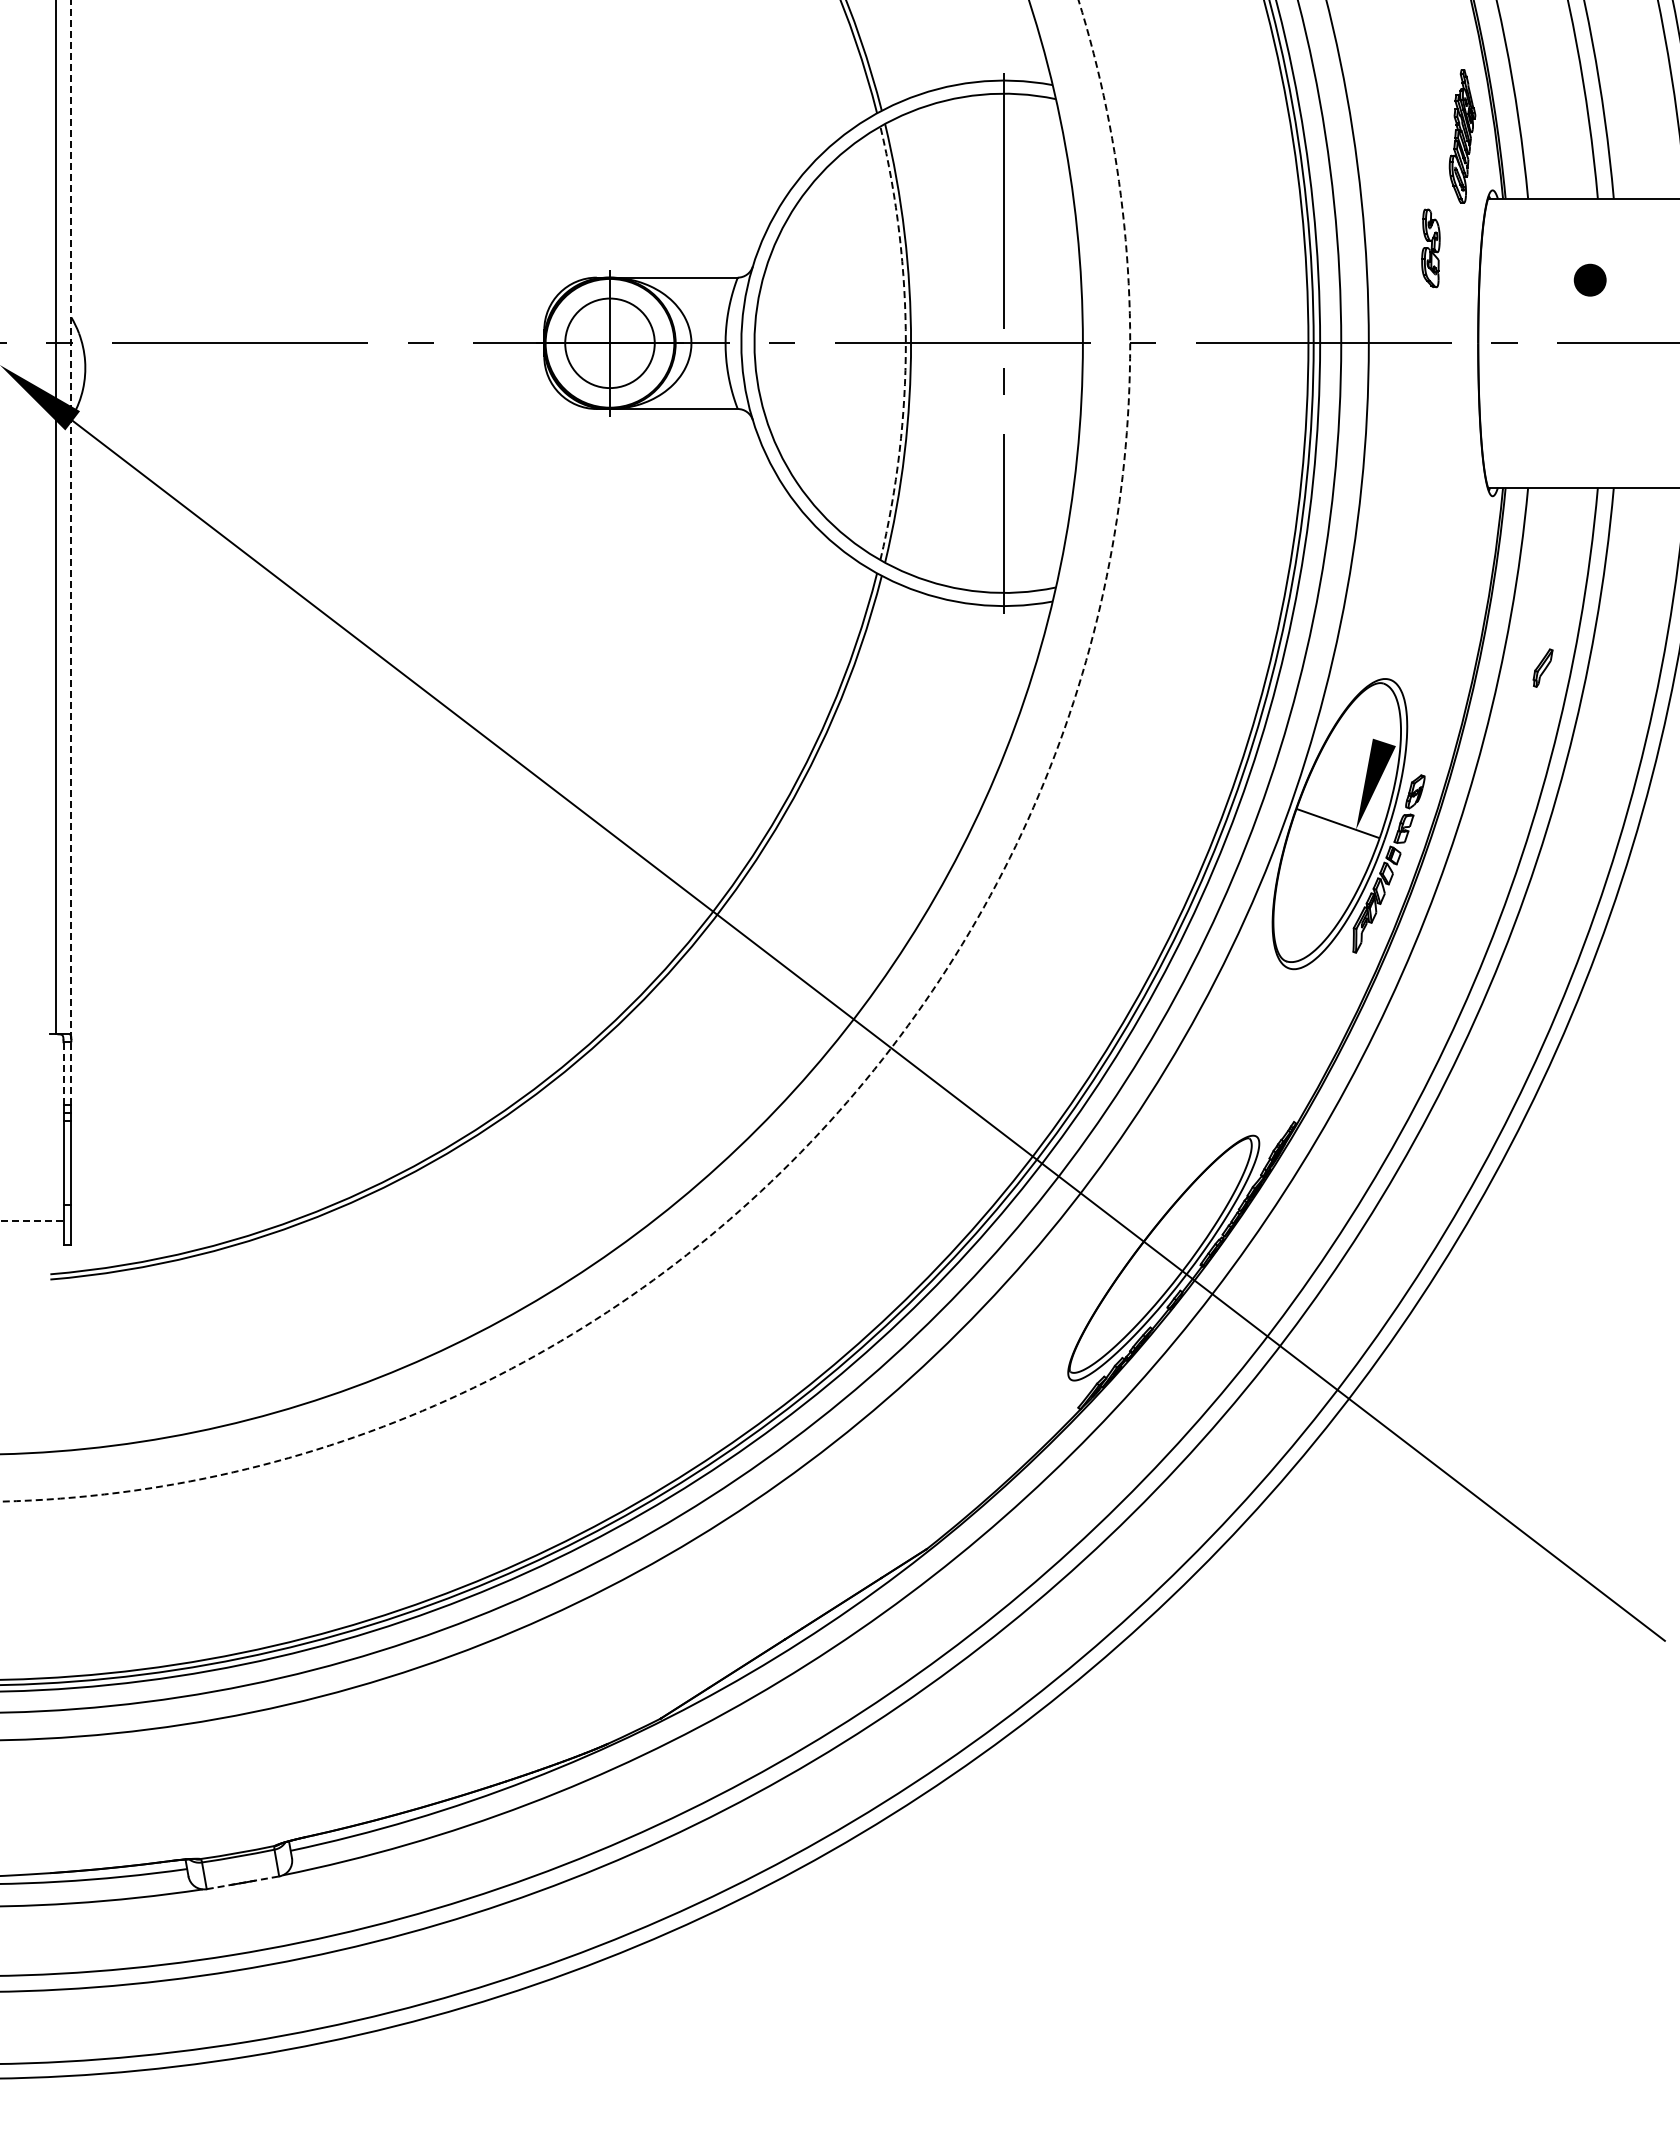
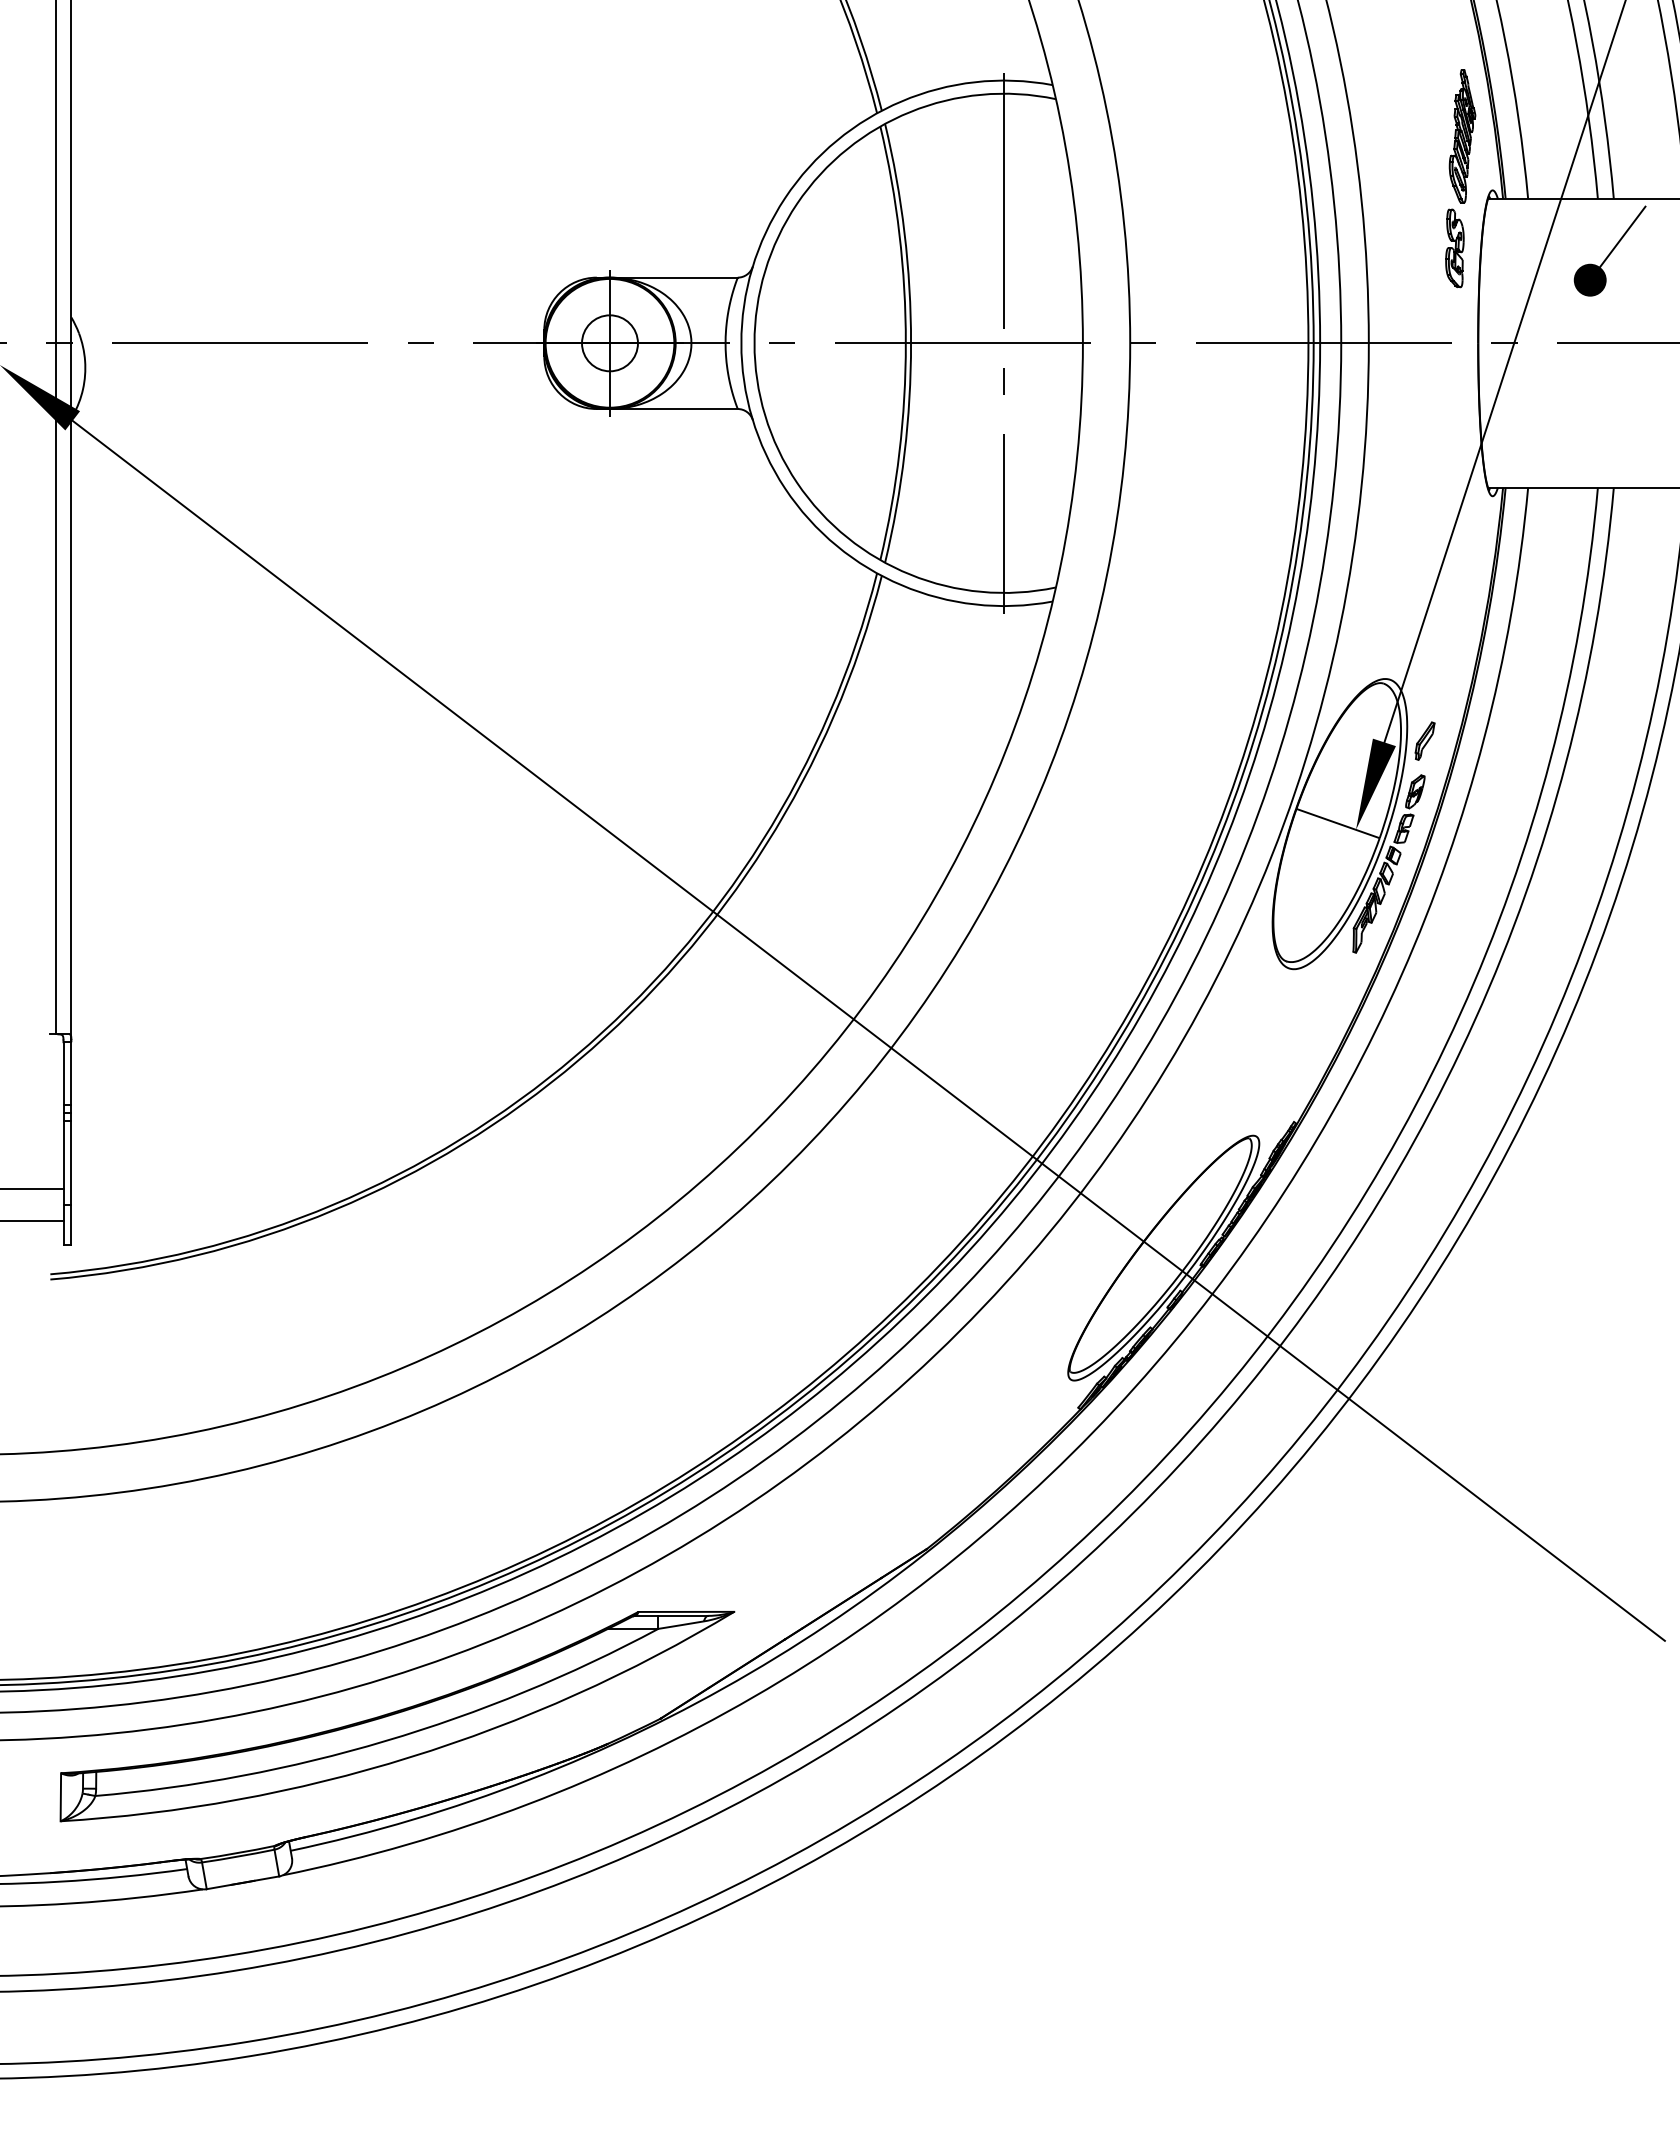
line at (1622, 236): none -> present
part at (1430, 248) position: (1430, 248) -> (1454, 248)
circle at (609, 343) diameter: 90 px -> 56 px
arc at (905, 343): dashed -> solid
line at (1504, 372): none -> present
line at (71, 552): dashed -> solid
part at (1542, 667) position: (1542, 667) -> (1424, 740)
circle at (565, 750): dashed -> solid
line at (63, 1073): dashed -> solid
line at (32, 1189): none -> present
line at (32, 1220): dashed -> solid
part at (397, 1716): none -> present
line at (242, 1882): dashed -> solid
